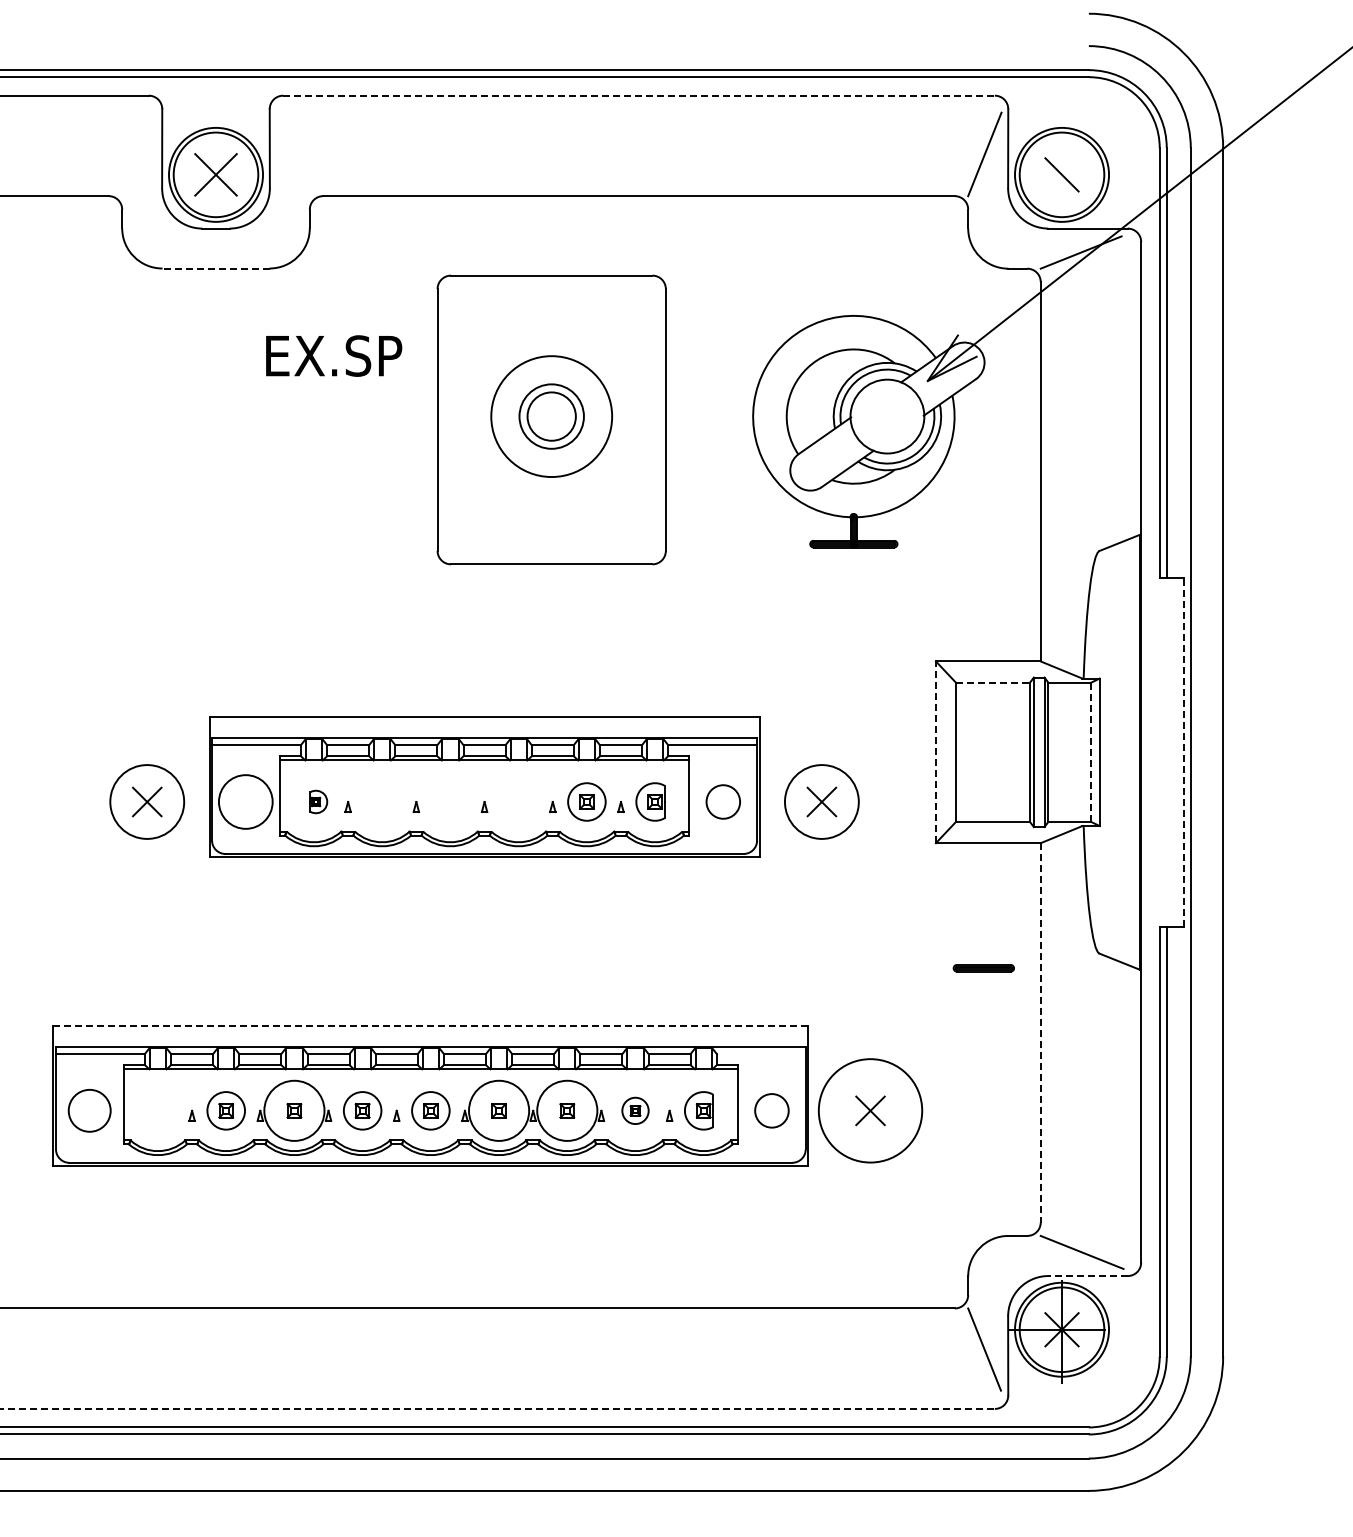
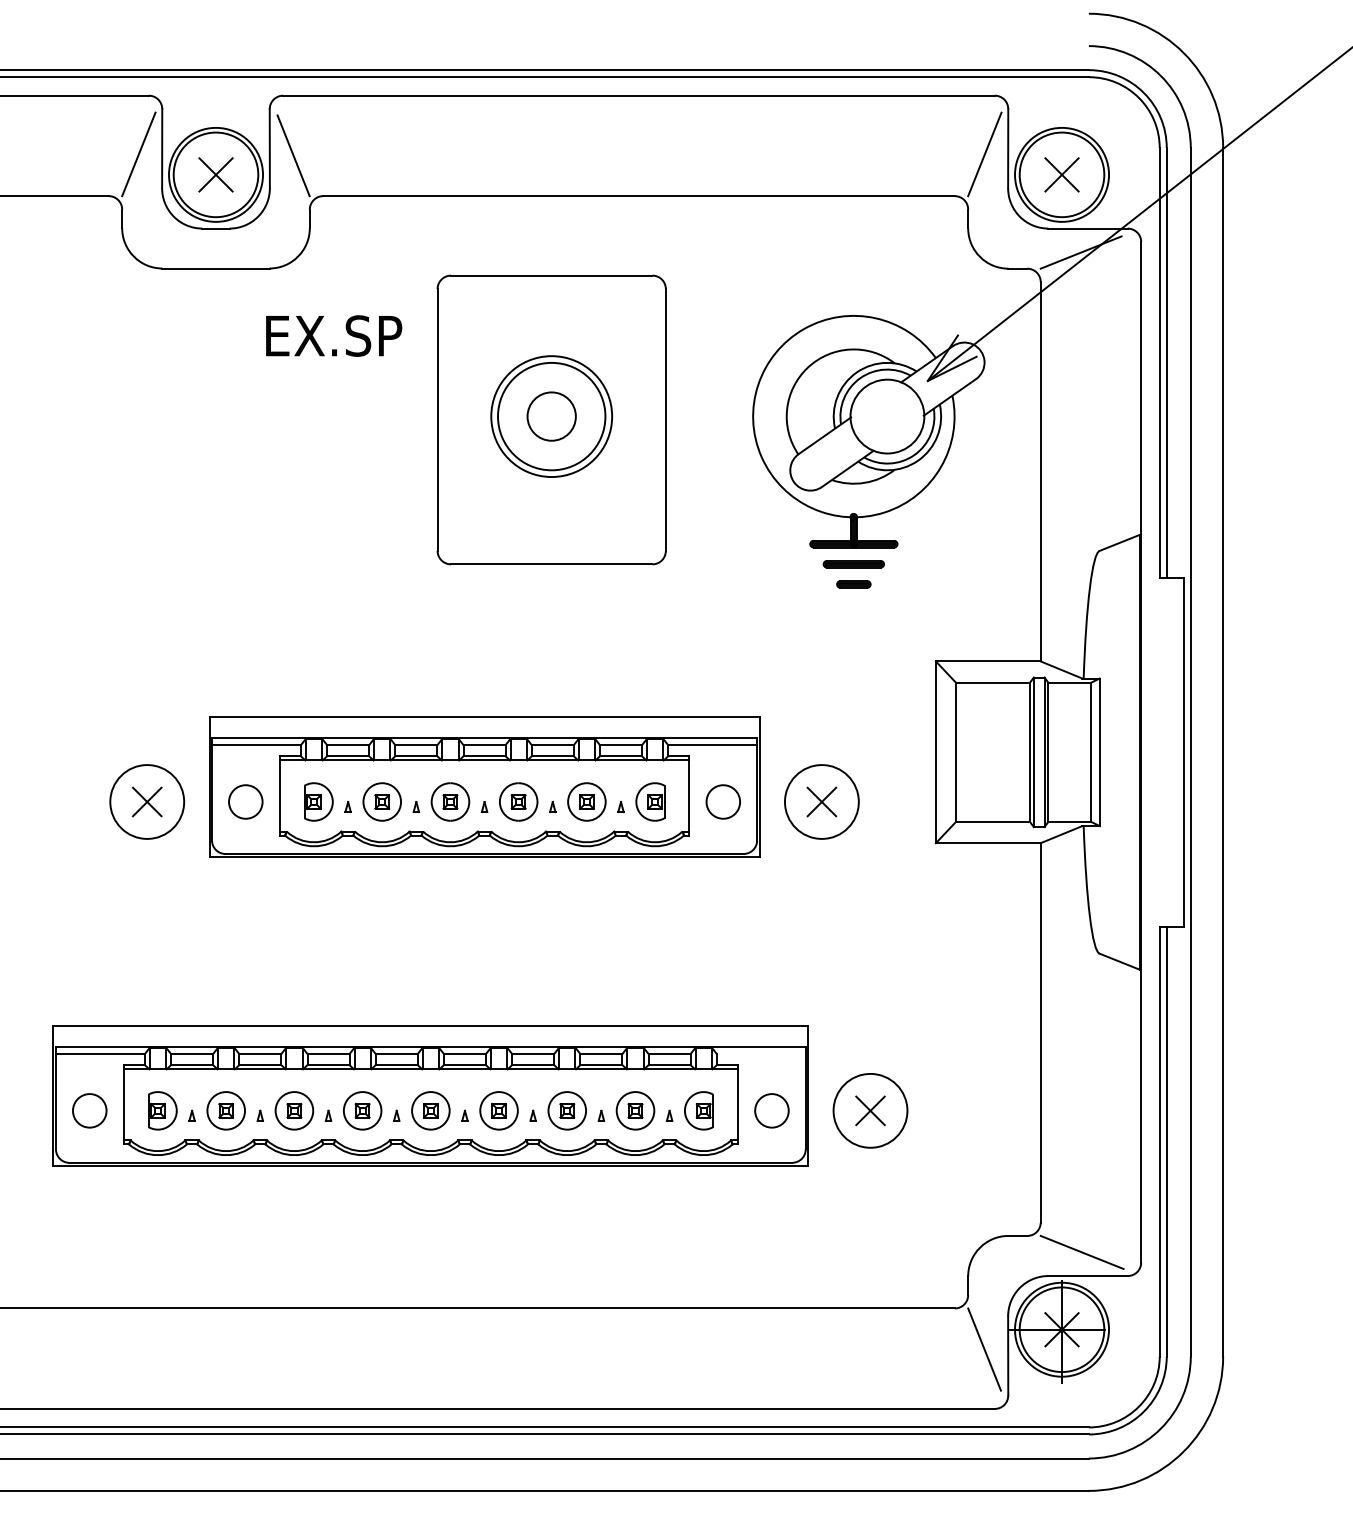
line at (639, 95): dashed -> solid
line at (138, 154): none -> present
line at (293, 155): none -> present
part at (215, 174) size: 44x44 px -> 36x36 px
line at (1061, 174): none -> present
line at (216, 268): dashed -> solid
text at (334, 355) position: (334, 355) -> (334, 335)
circle at (551, 416) diameter: 64 px -> 107 px
part at (853, 584): none -> present
line at (993, 682): dashed -> solid
line at (935, 752): dashed -> solid
line at (1091, 752): dashed -> solid
line at (1184, 752): dashed -> solid
circle at (245, 801) diameter: 54 px -> 34 px
part at (318, 801) size: 20x26 px -> 30x40 px
part at (381, 801): none -> present
part at (450, 801): none -> present
part at (518, 801): none -> present
part at (983, 968) position: (983, 968) -> (853, 564)
line at (431, 1026): dashed -> solid
line at (1040, 1032): dashed -> solid
circle at (89, 1110) size: 45x44 px -> 36x36 px
part at (162, 1110): none -> present
circle at (294, 1110) diameter: 60 px -> 38 px
circle at (499, 1110) diameter: 60 px -> 38 px
circle at (567, 1110) diameter: 60 px -> 38 px
part at (635, 1110) size: 29x29 px -> 41x40 px
circle at (870, 1110) diameter: 103 px -> 74 px
line at (1088, 1276): dashed -> solid
line at (498, 1408): dashed -> solid
